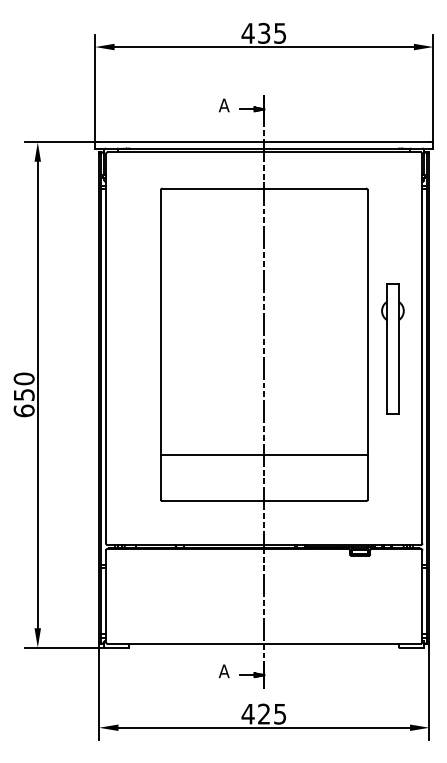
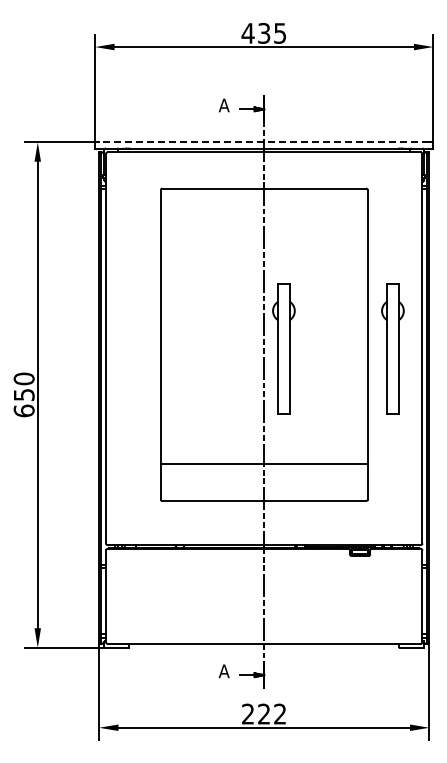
line at (263, 142): solid -> dashed
part at (283, 348): none -> present
line at (263, 454) position: (263, 454) -> (263, 463)
text at (263, 713): 425 -> 222
